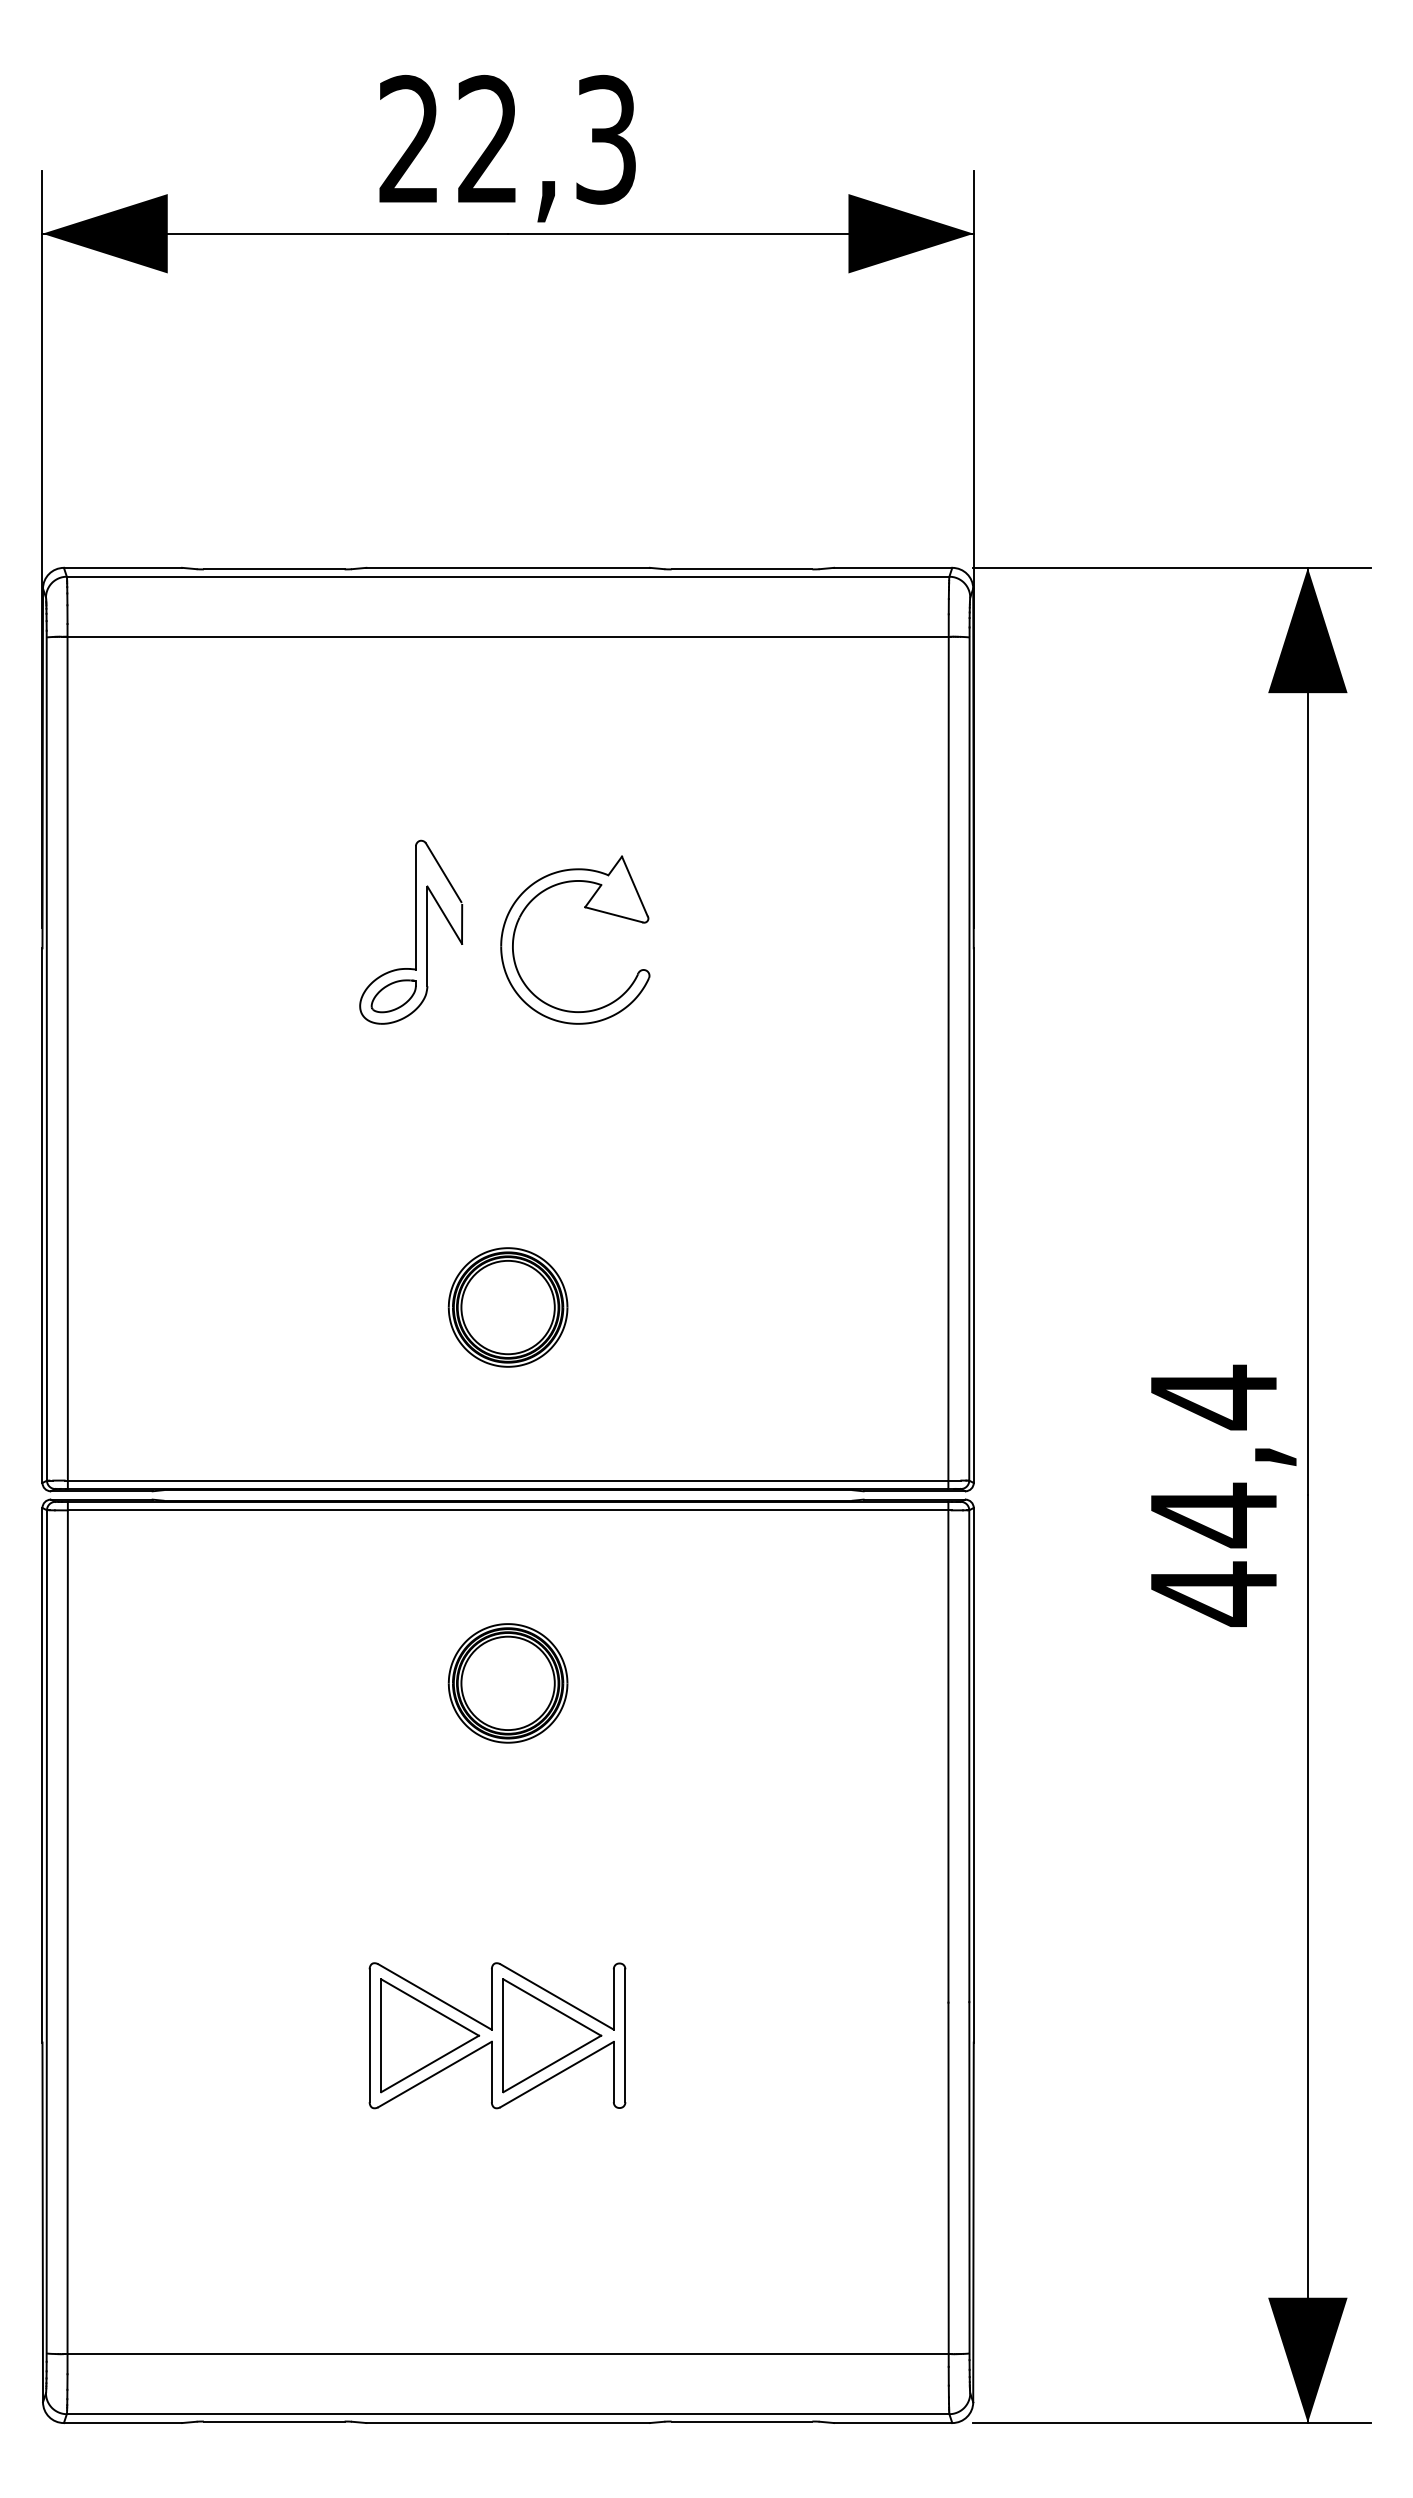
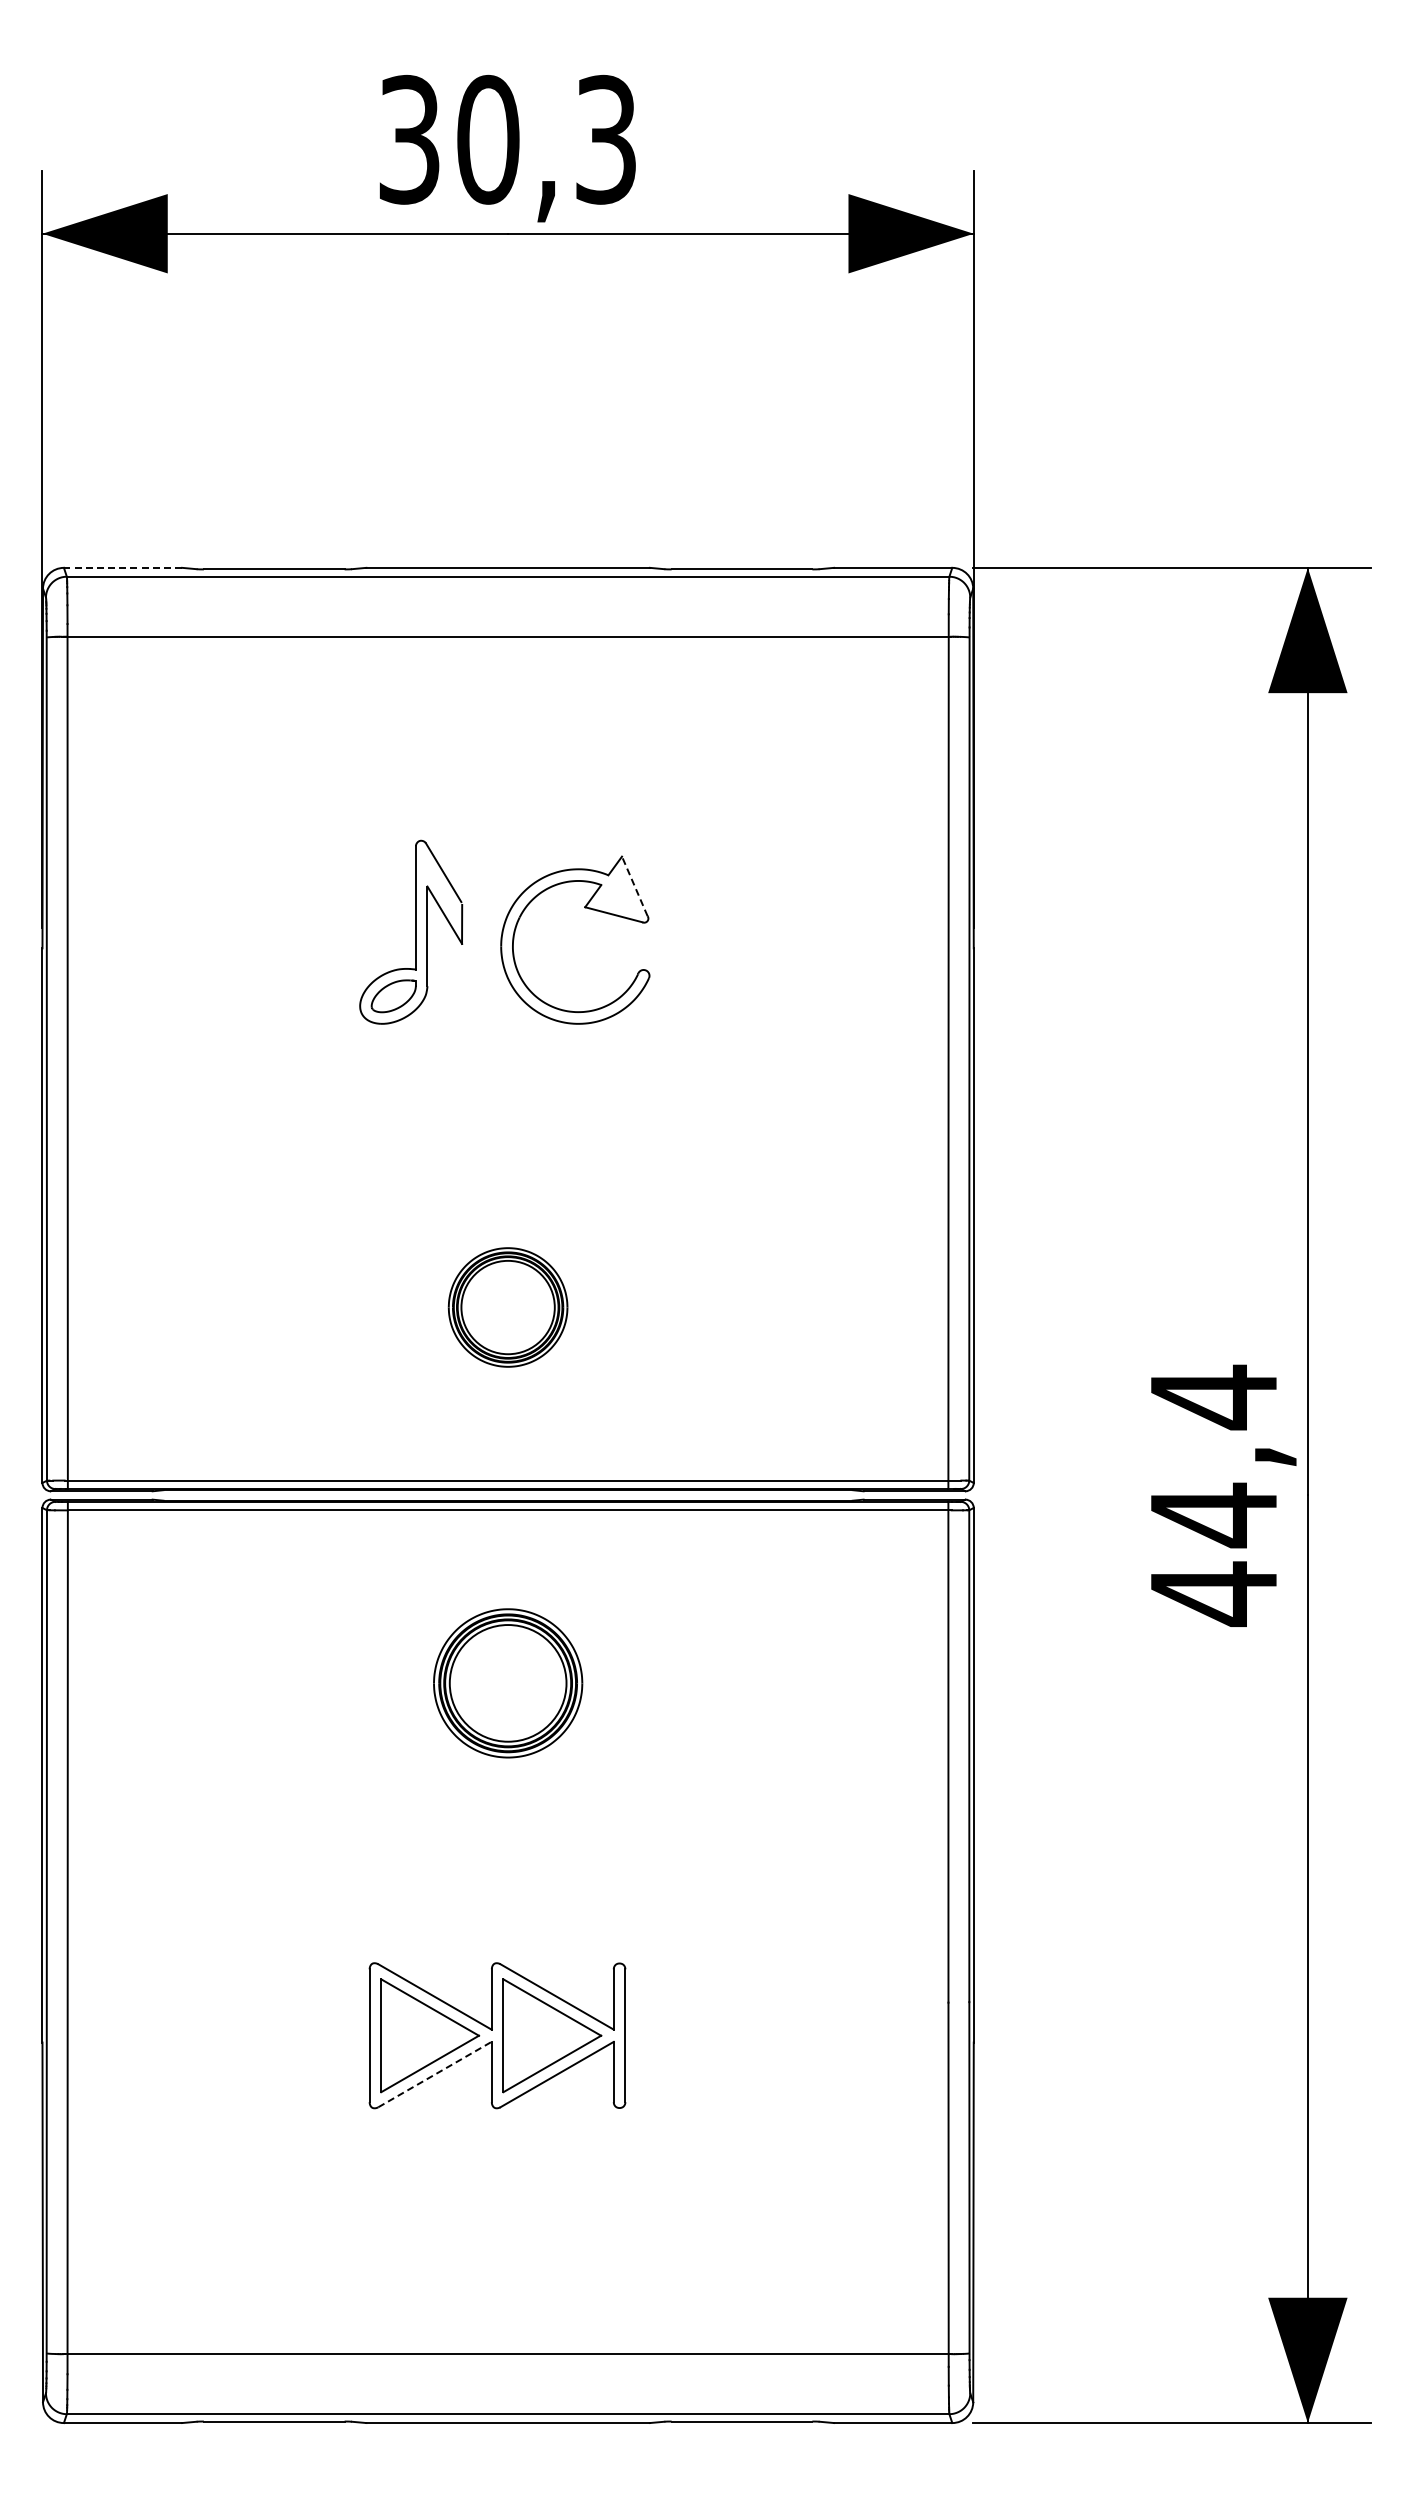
text at (449, 139): 22,3 -> 30,3
line at (122, 567): solid -> dashed
line at (634, 885): solid -> dashed
part at (507, 1683) size: 122x121 px -> 151x151 px
line at (435, 2074): solid -> dashed
